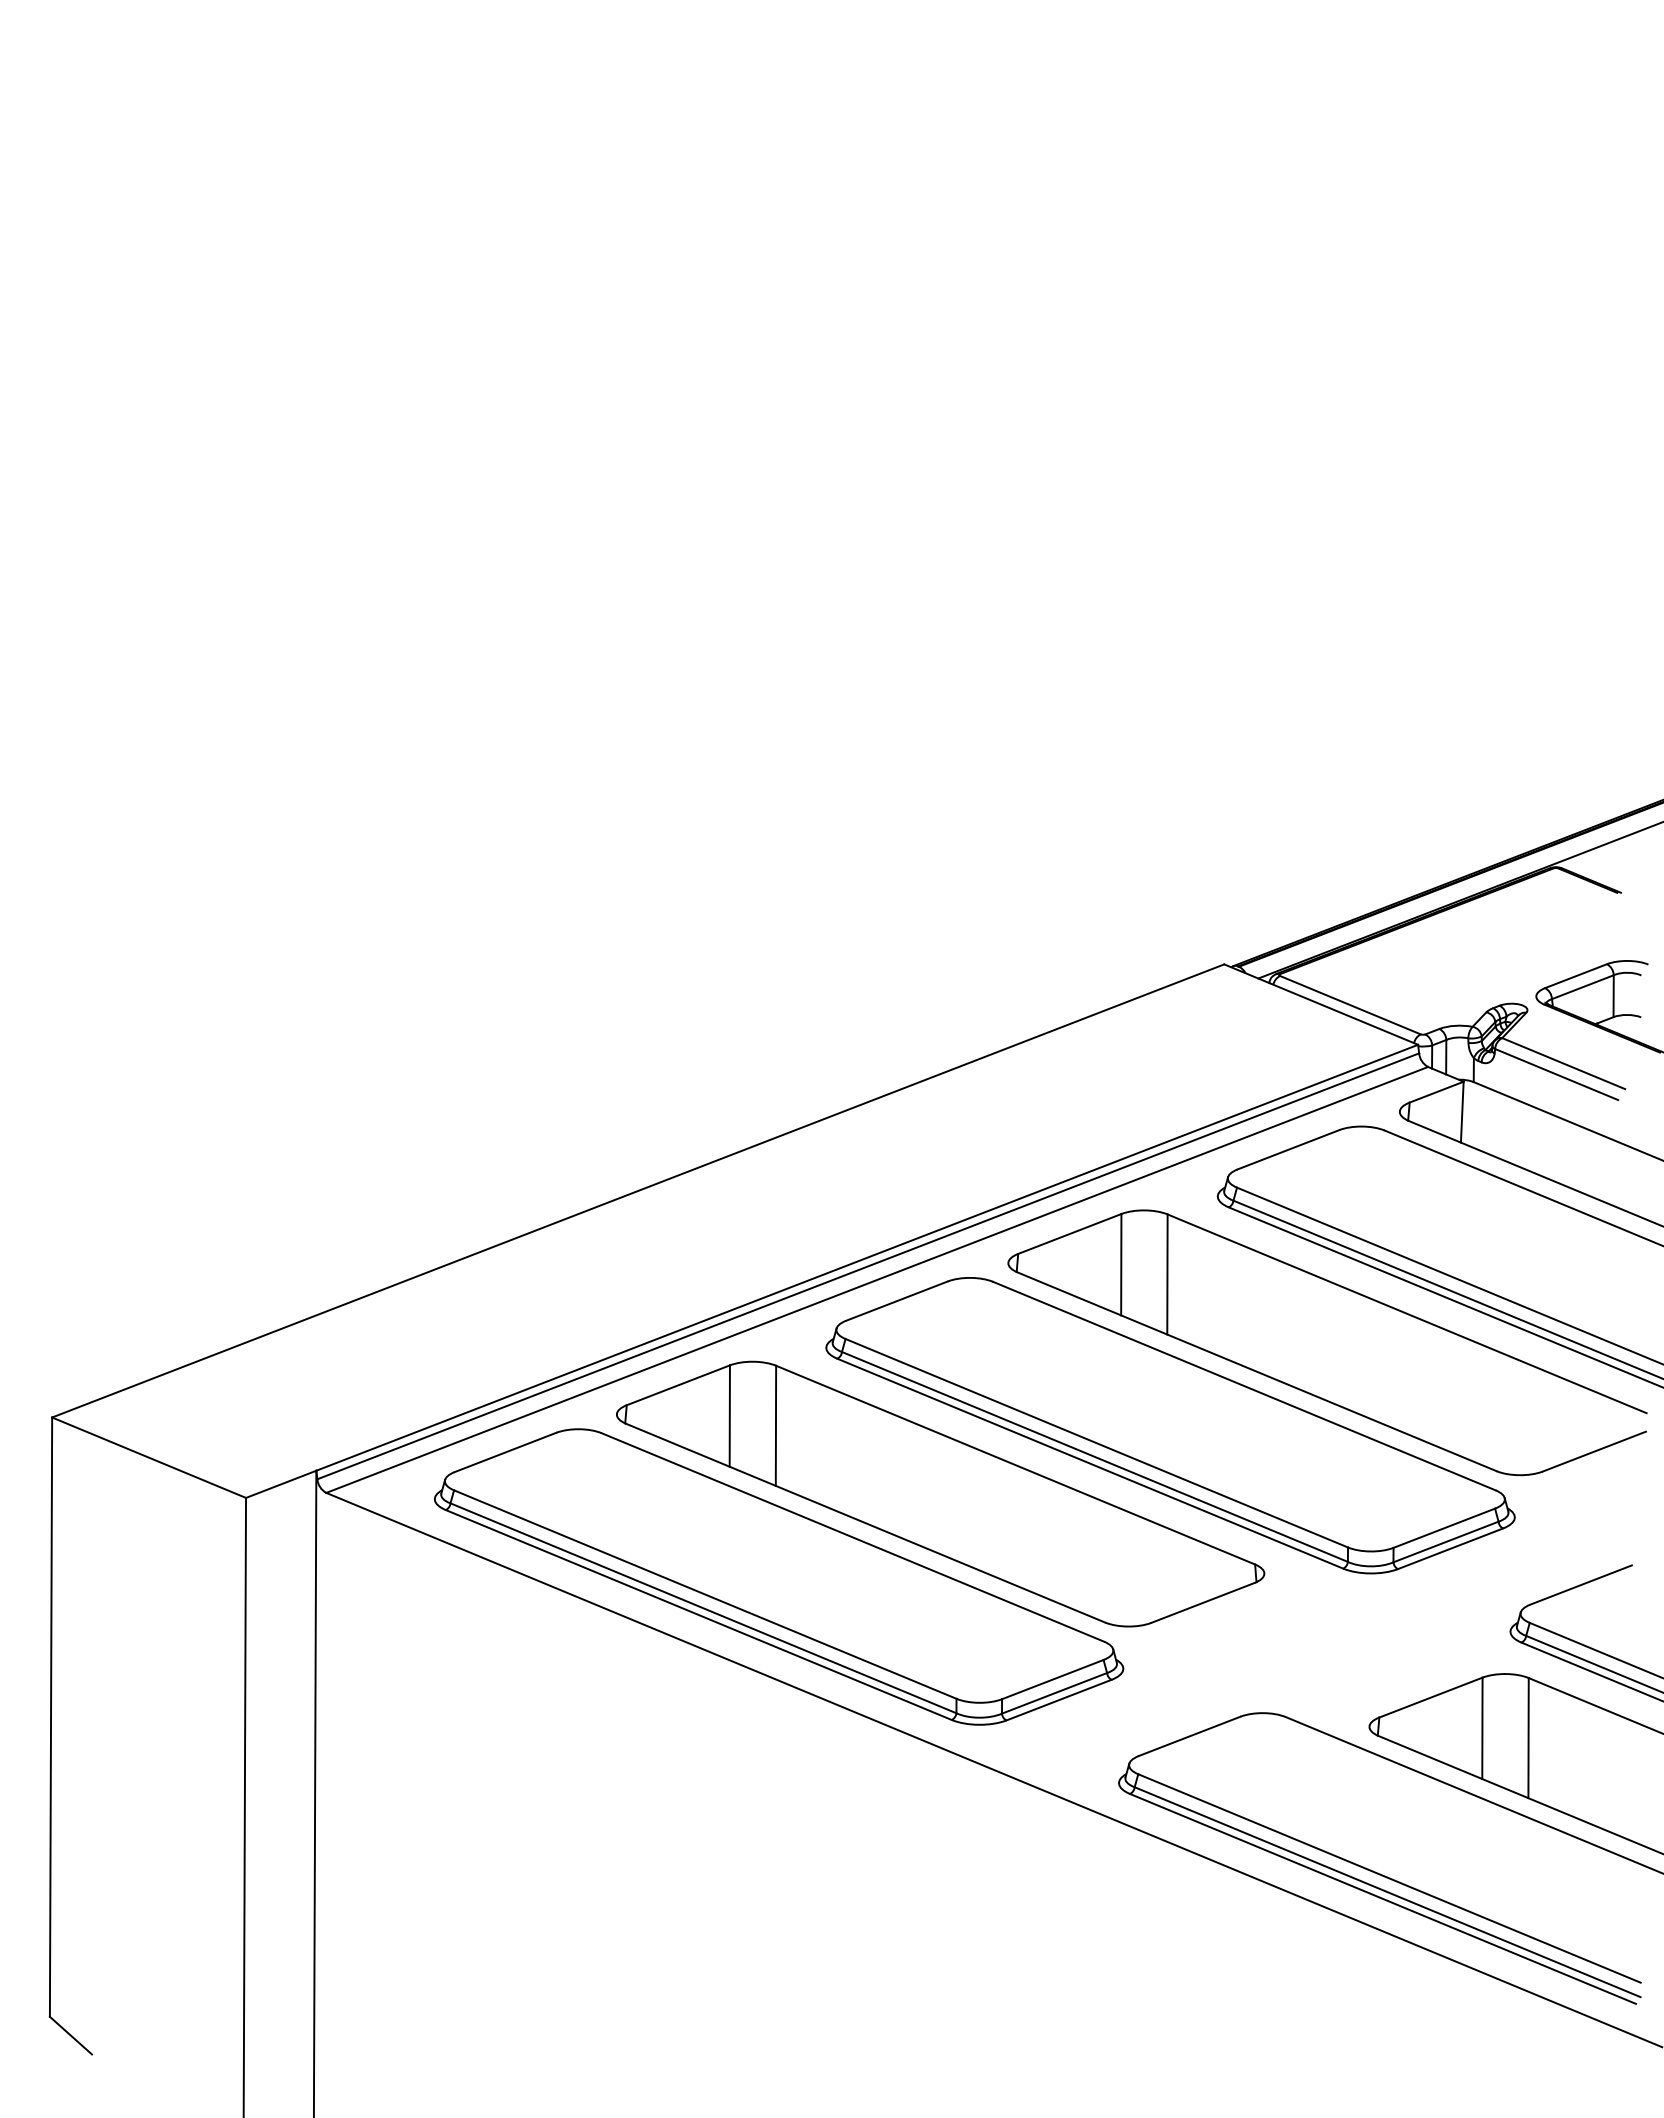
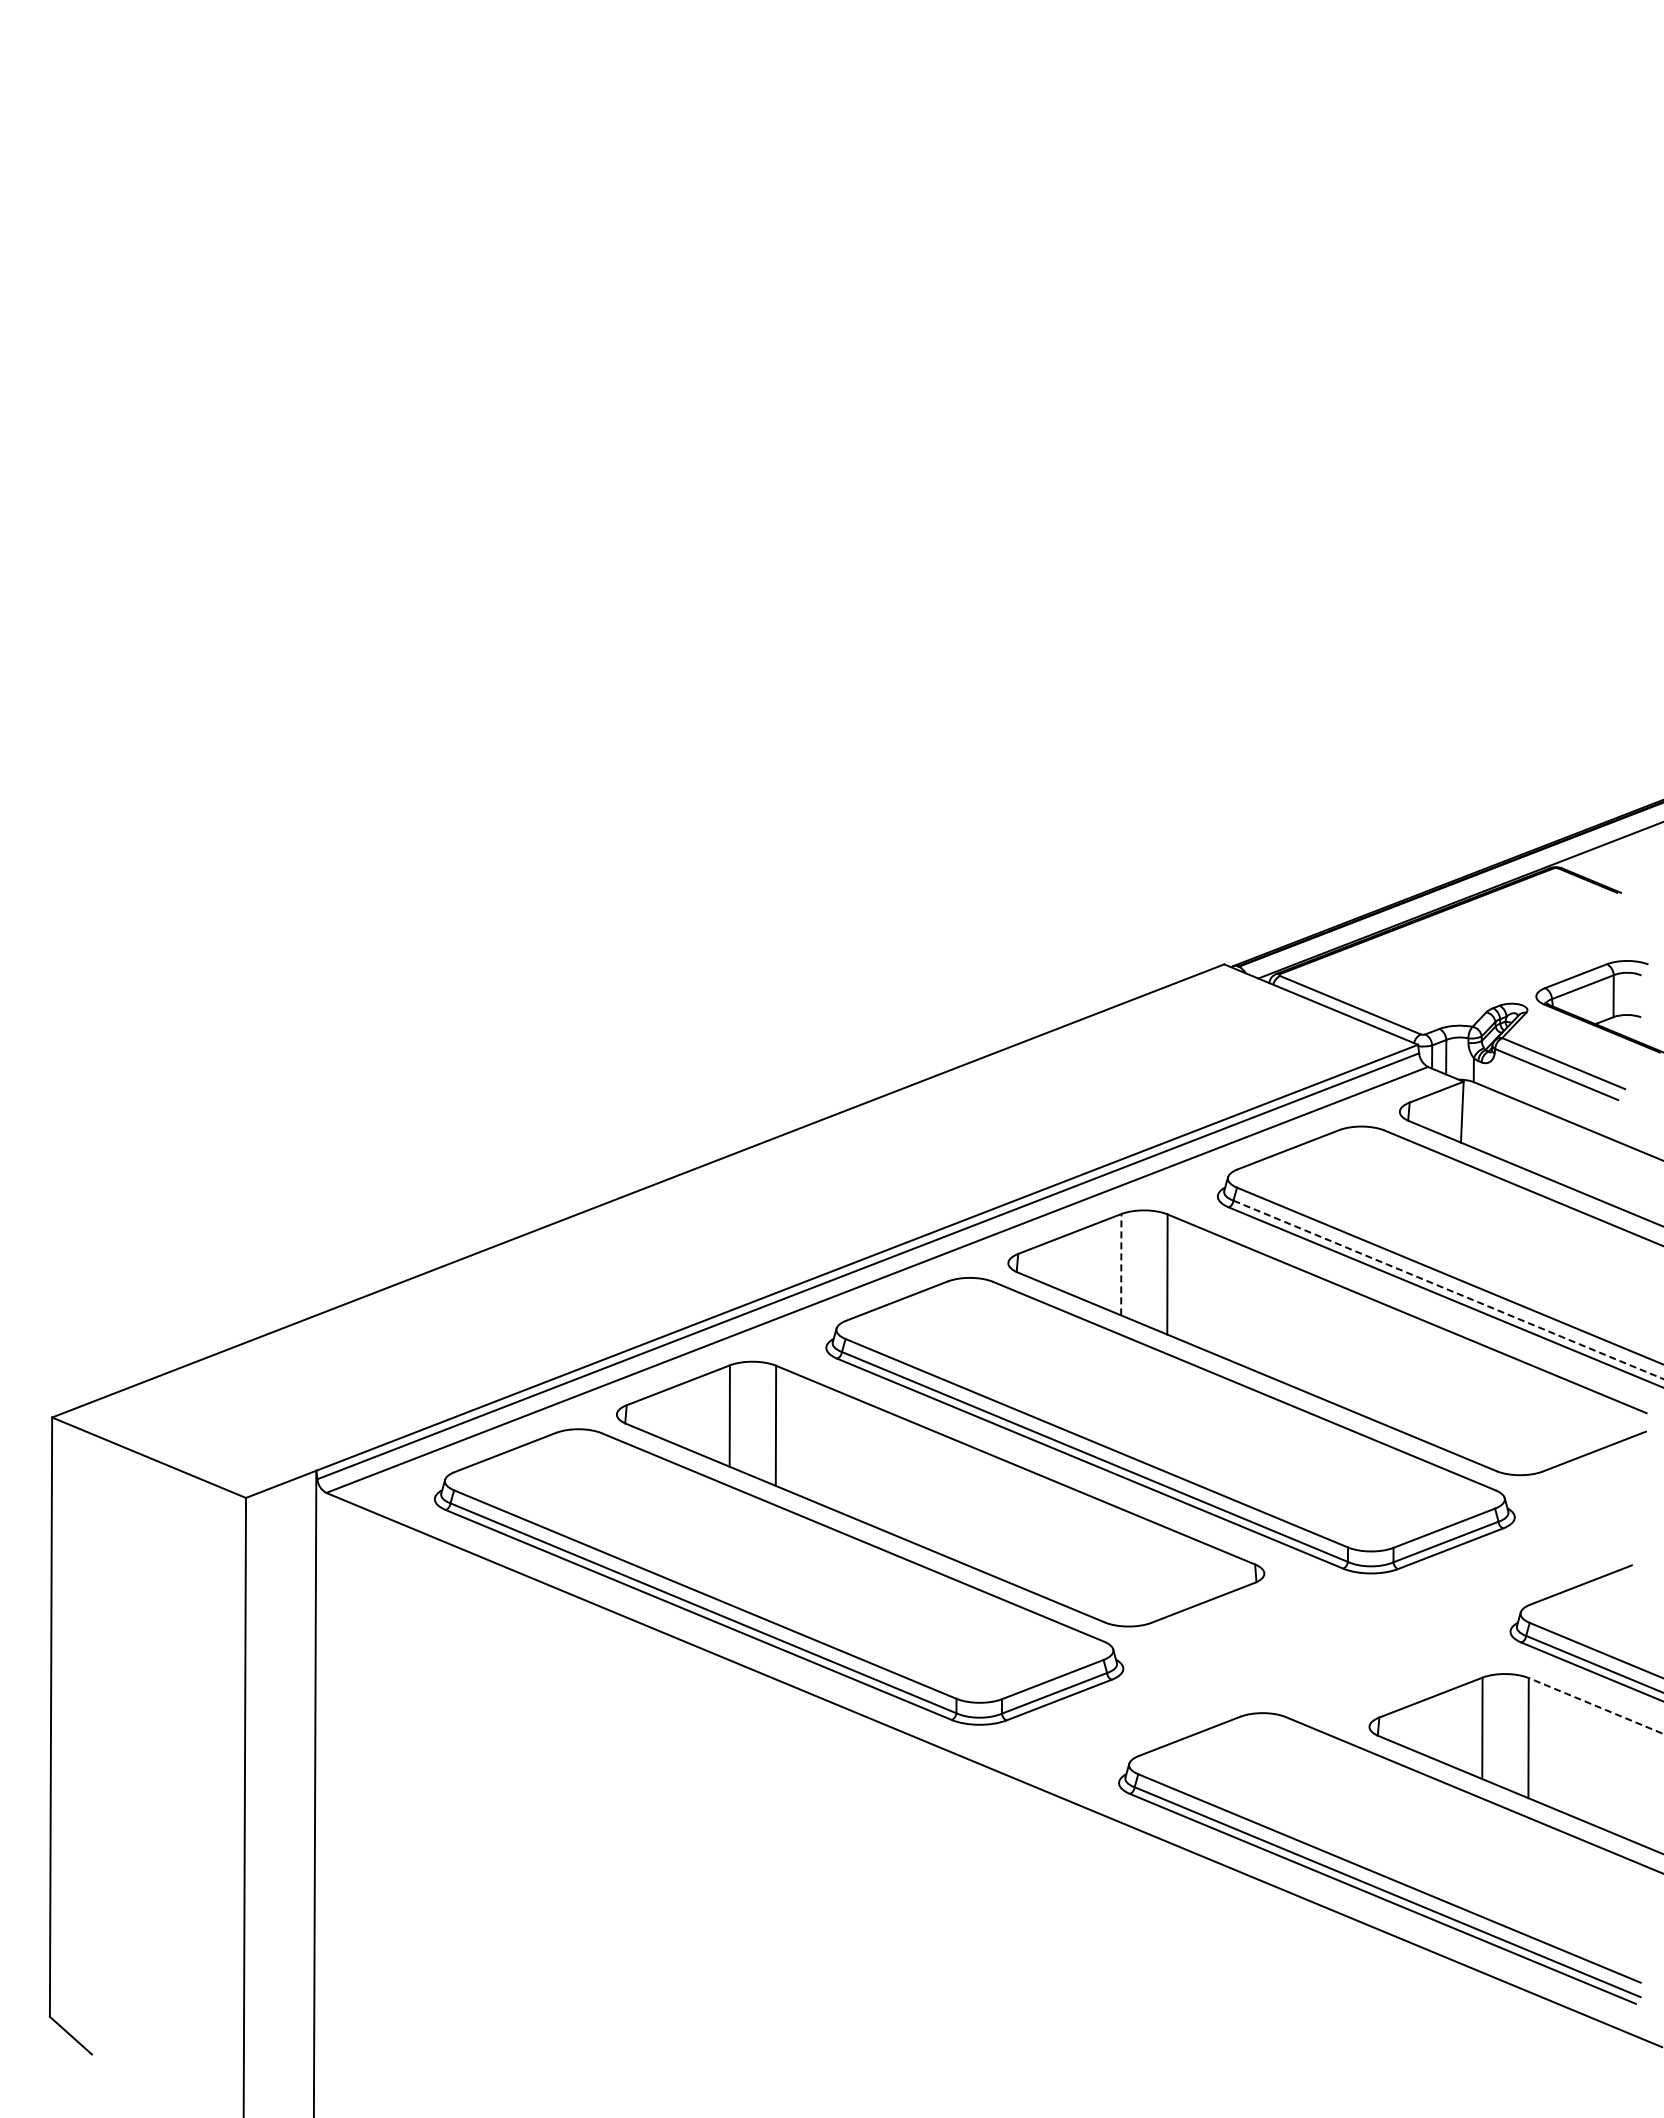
line at (1121, 1264): solid -> dashed
line at (1448, 1289): solid -> dashed
line at (1596, 1706): solid -> dashed
